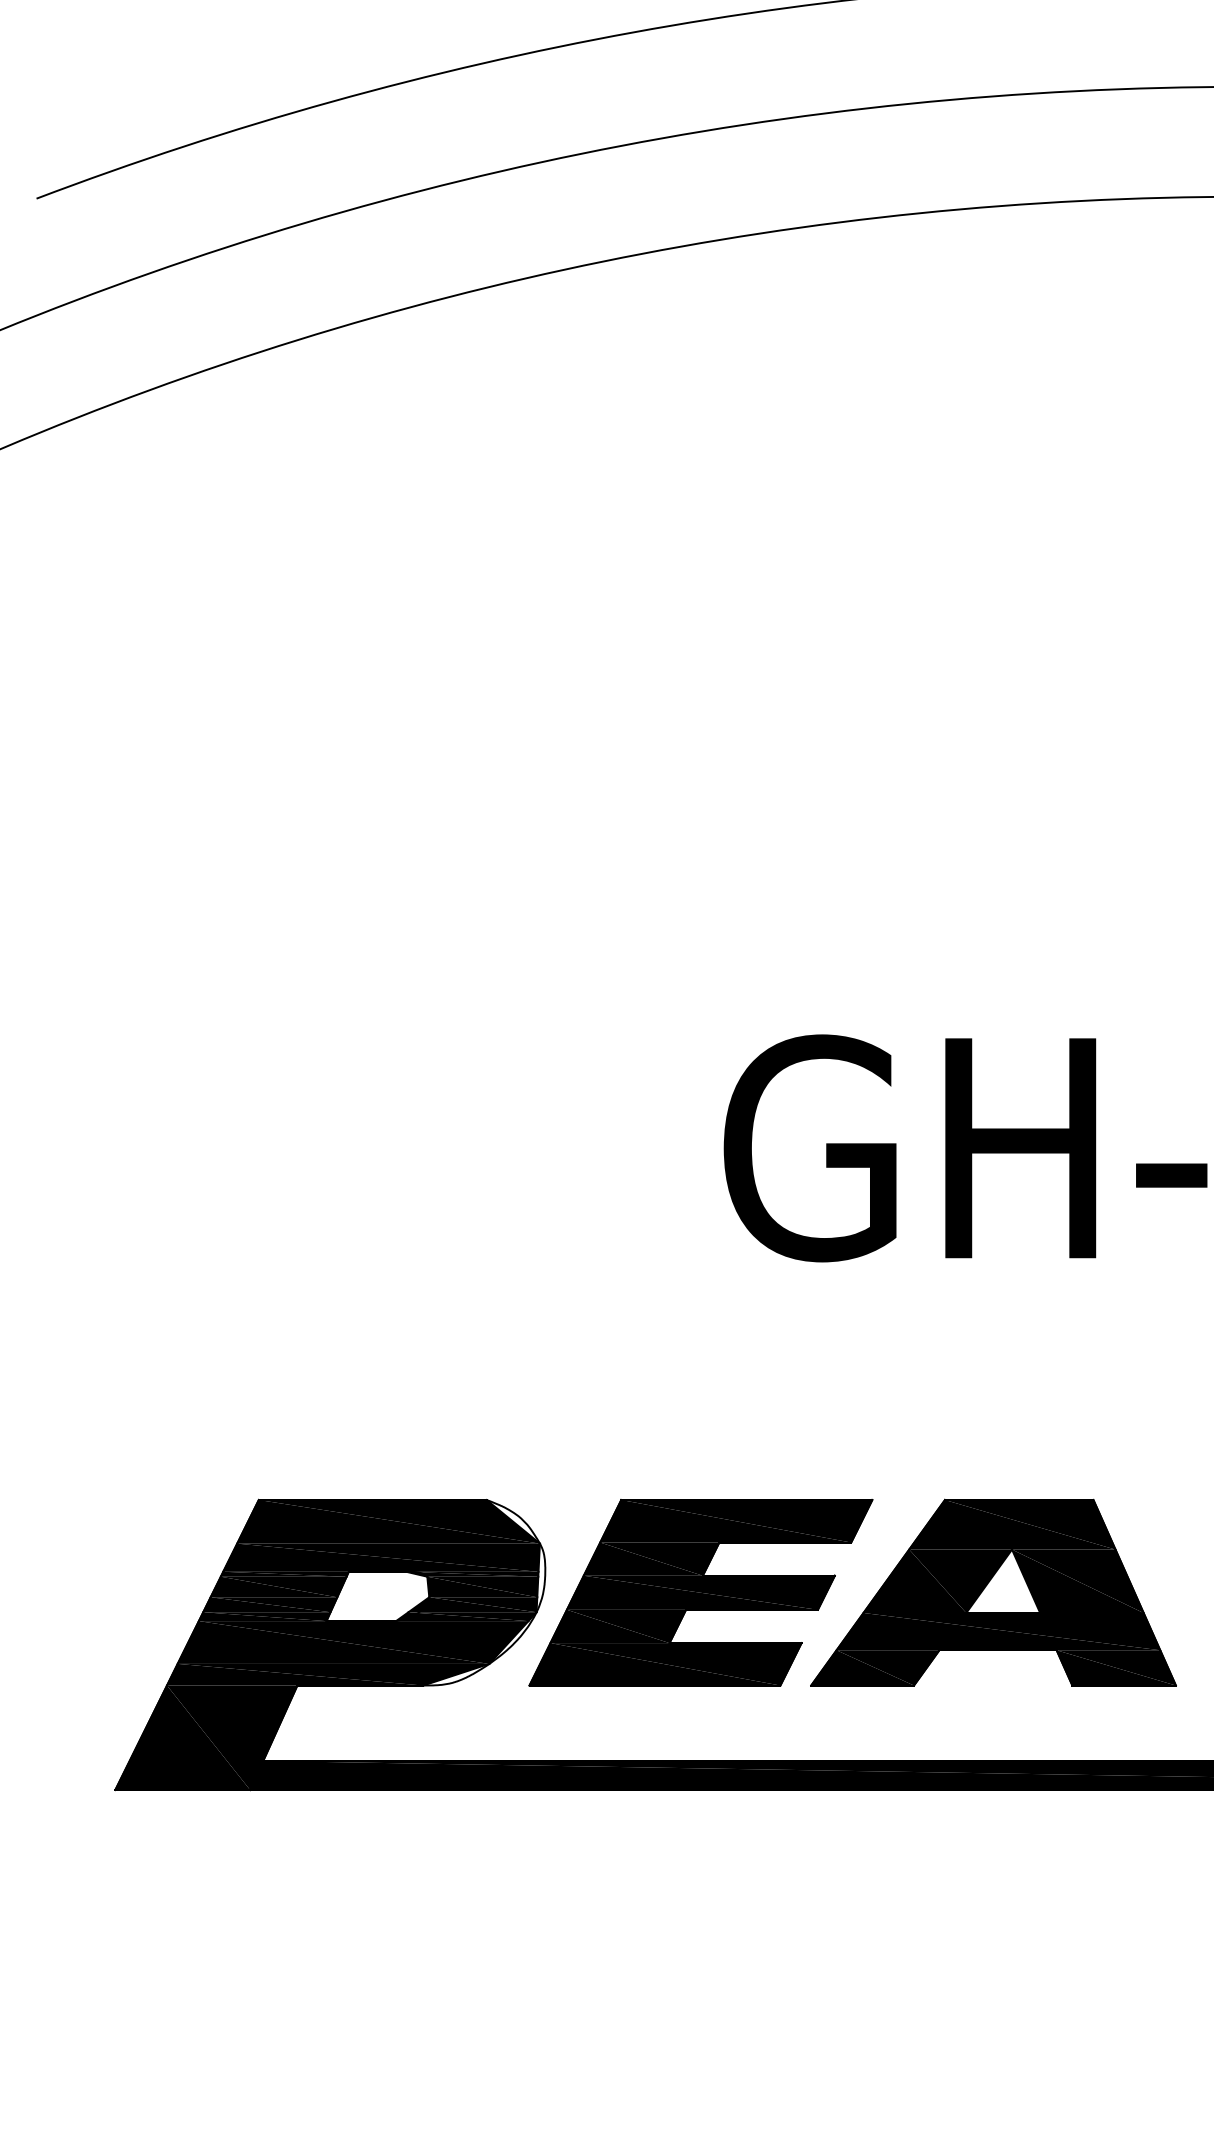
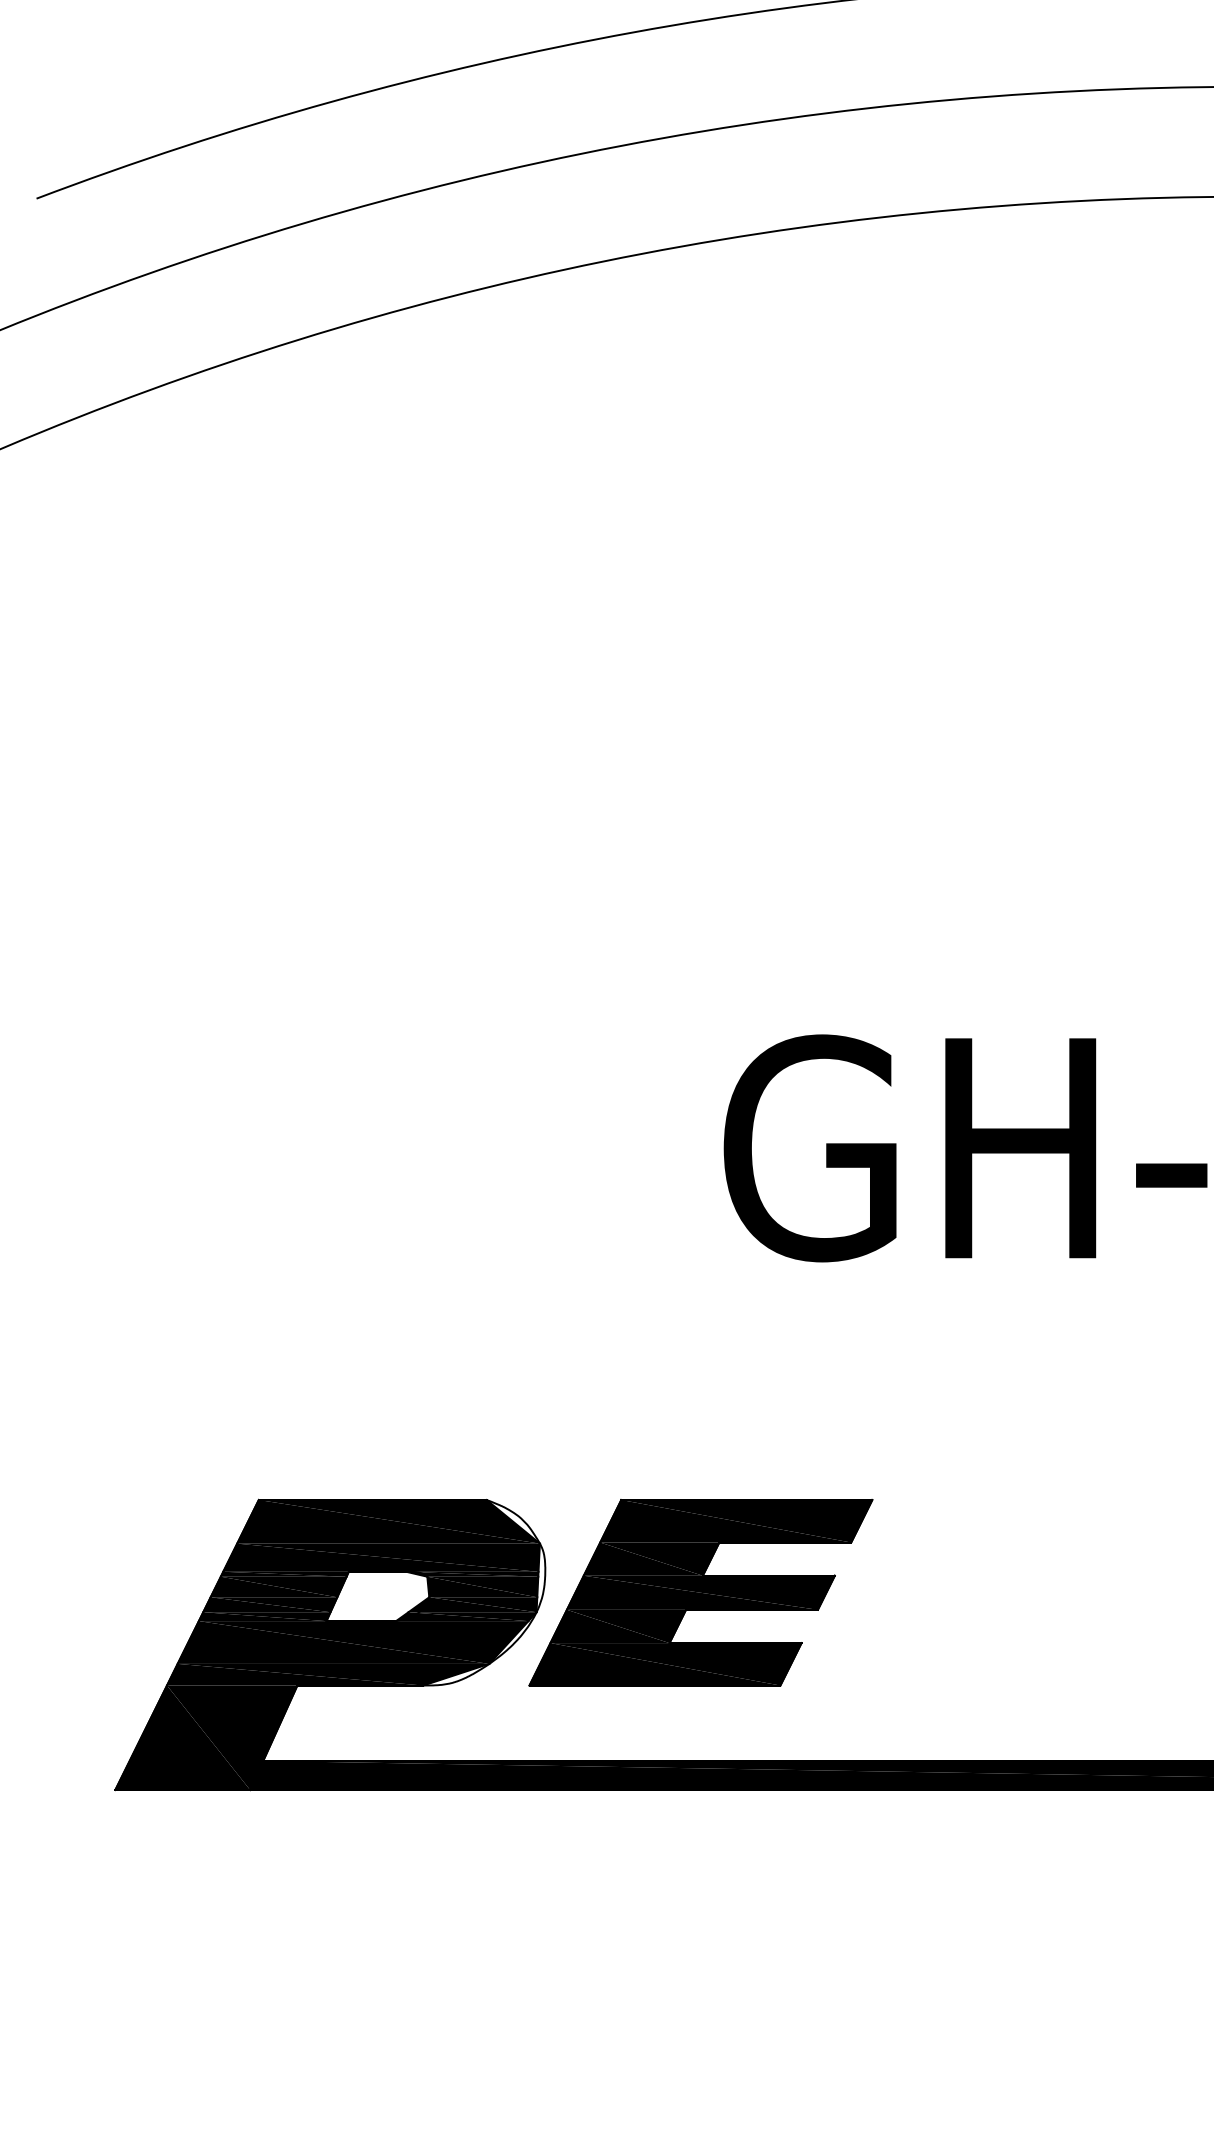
part at (993, 1592): present -> none
